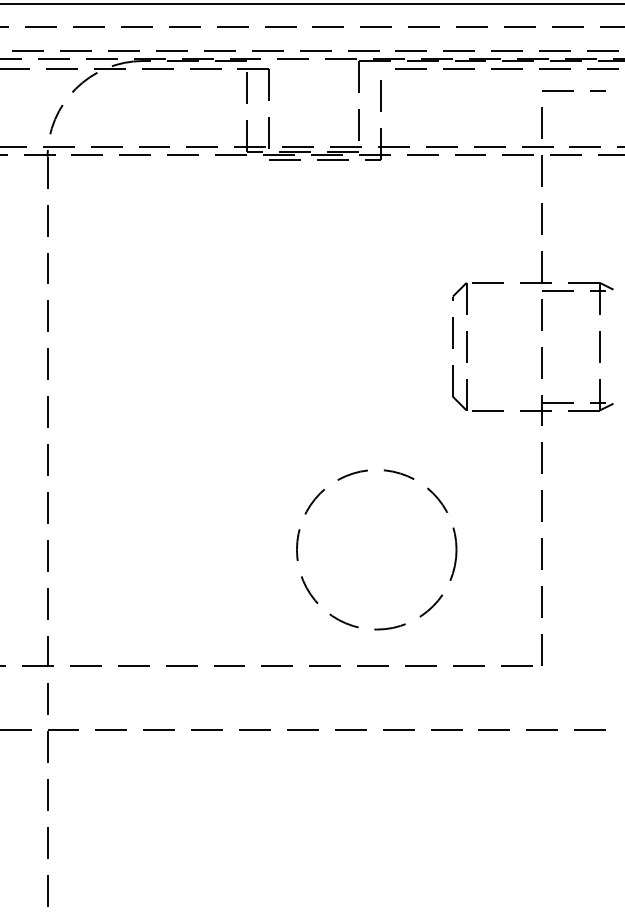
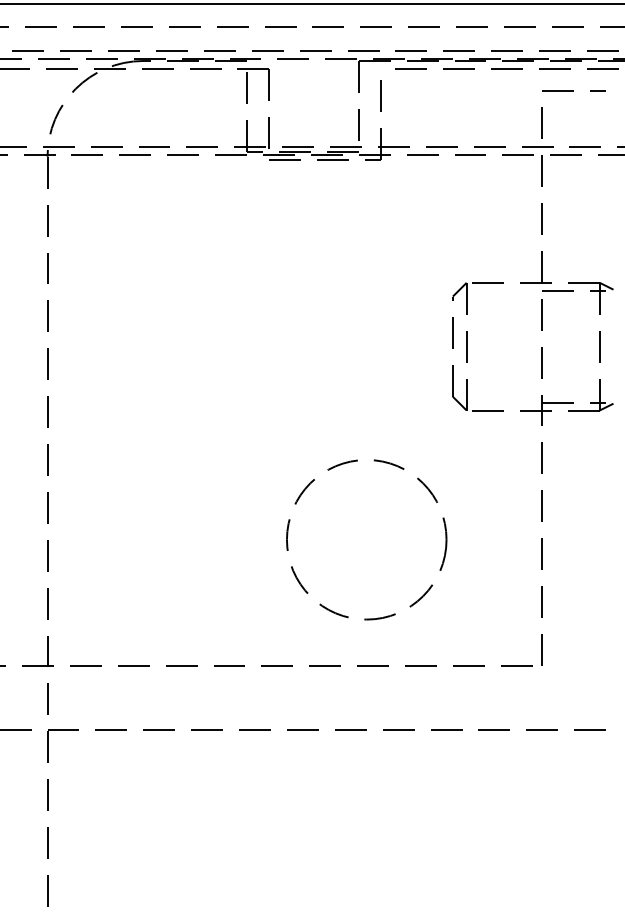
circle at (376, 549) position: (376, 549) -> (366, 539)
